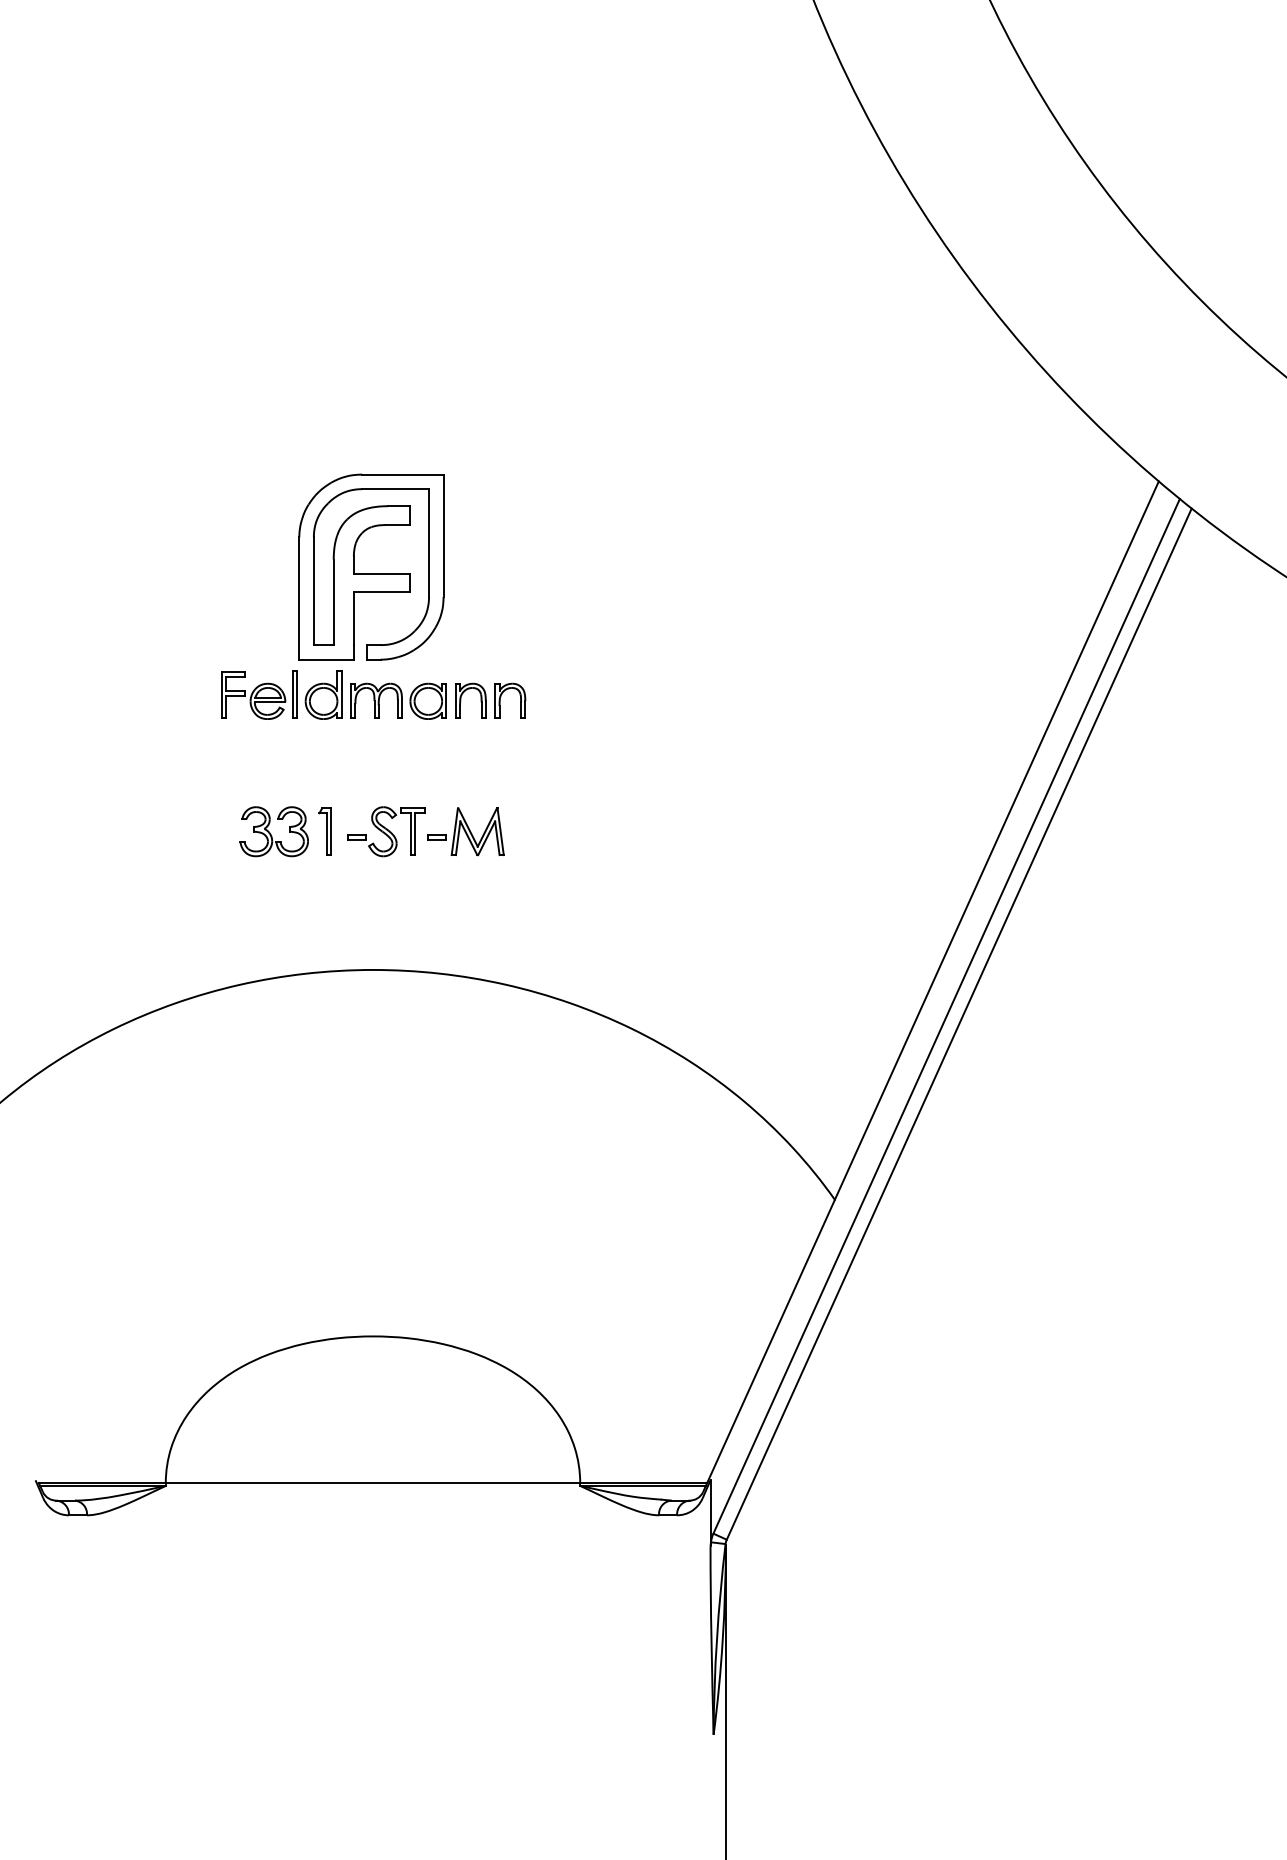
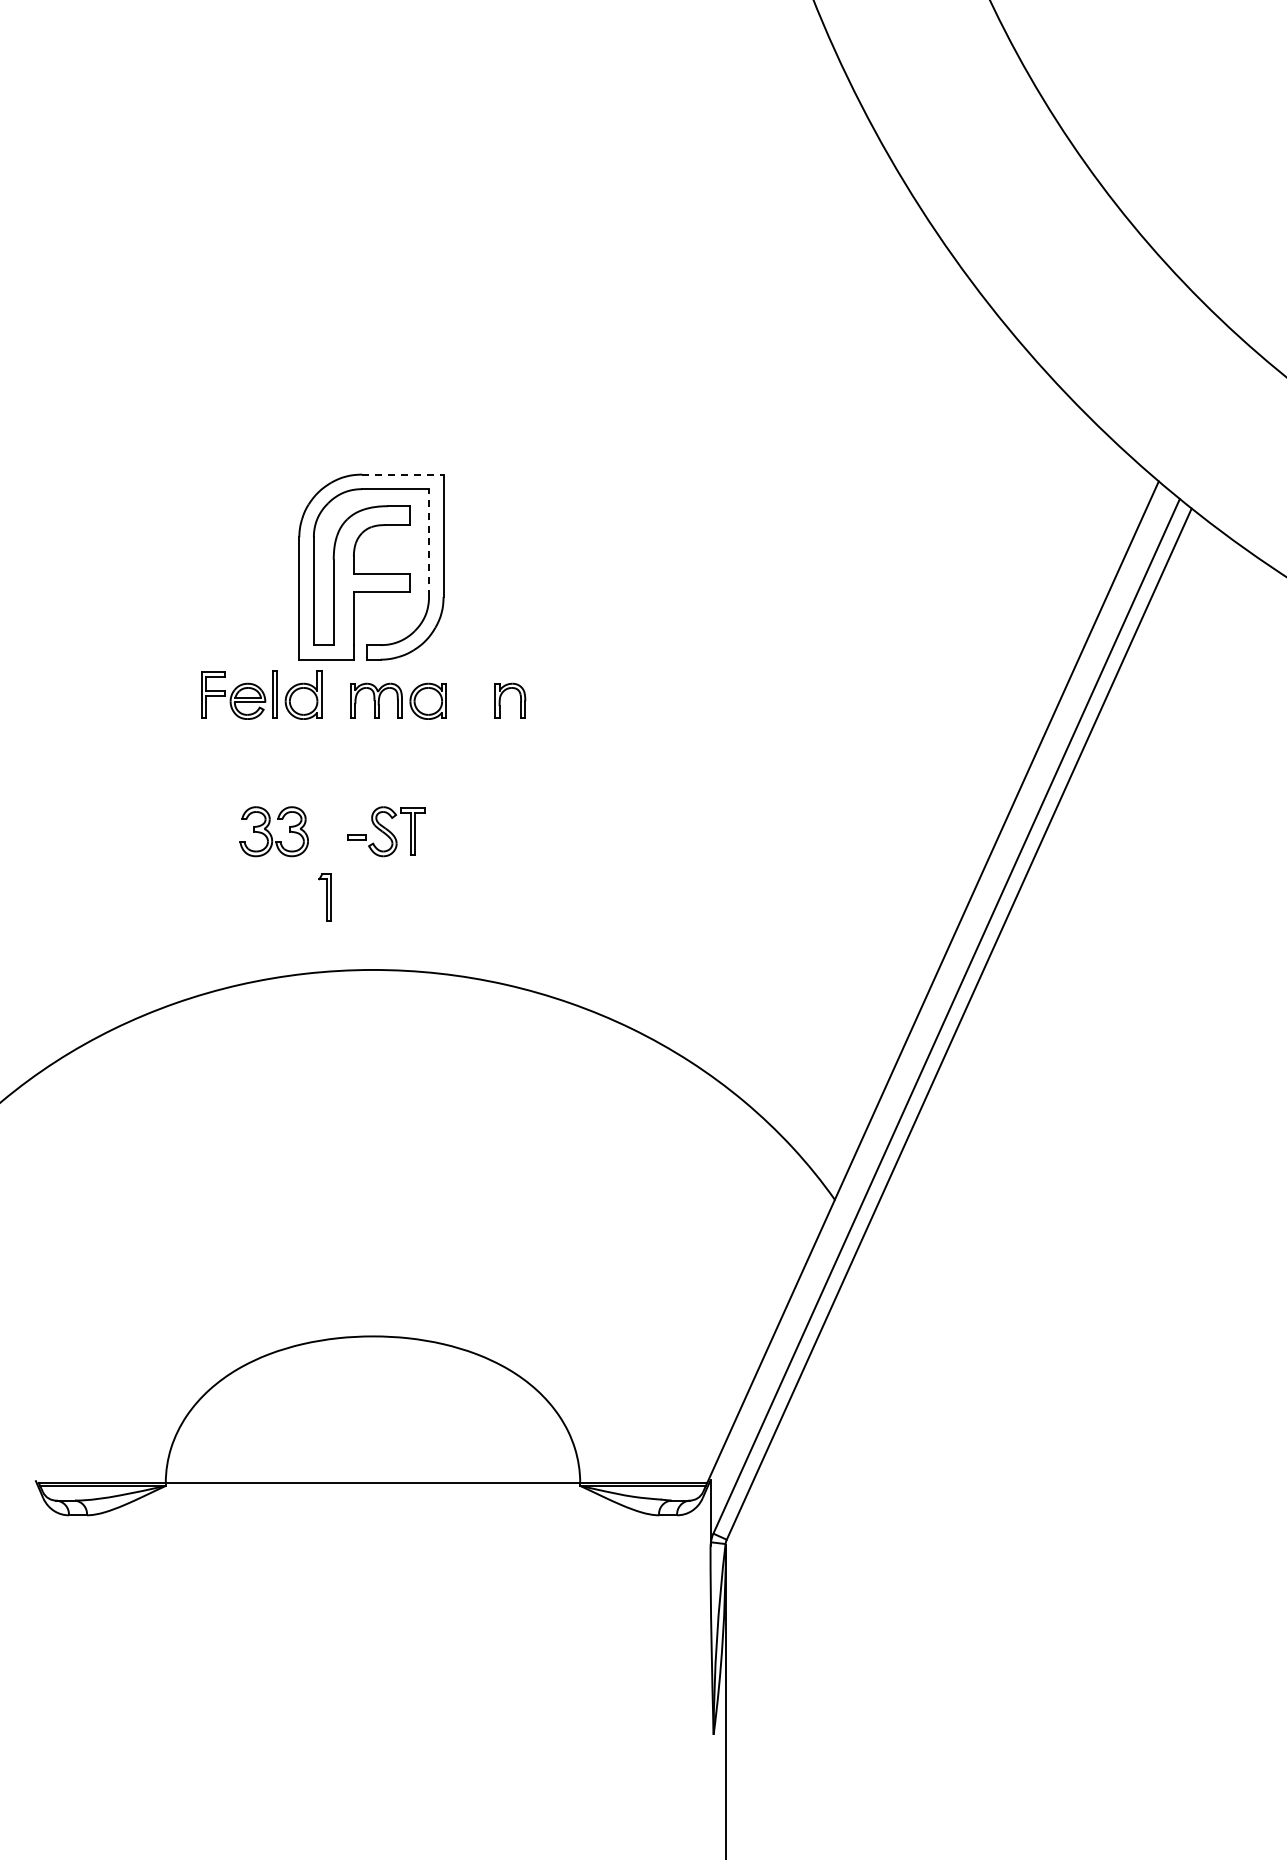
line at (402, 474): solid -> dashed
line at (429, 543): solid -> dashed
part at (281, 694) position: (281, 694) -> (261, 694)
part at (461, 700): present -> none
part at (324, 831) position: (324, 831) -> (324, 897)
part at (465, 831): present -> none
